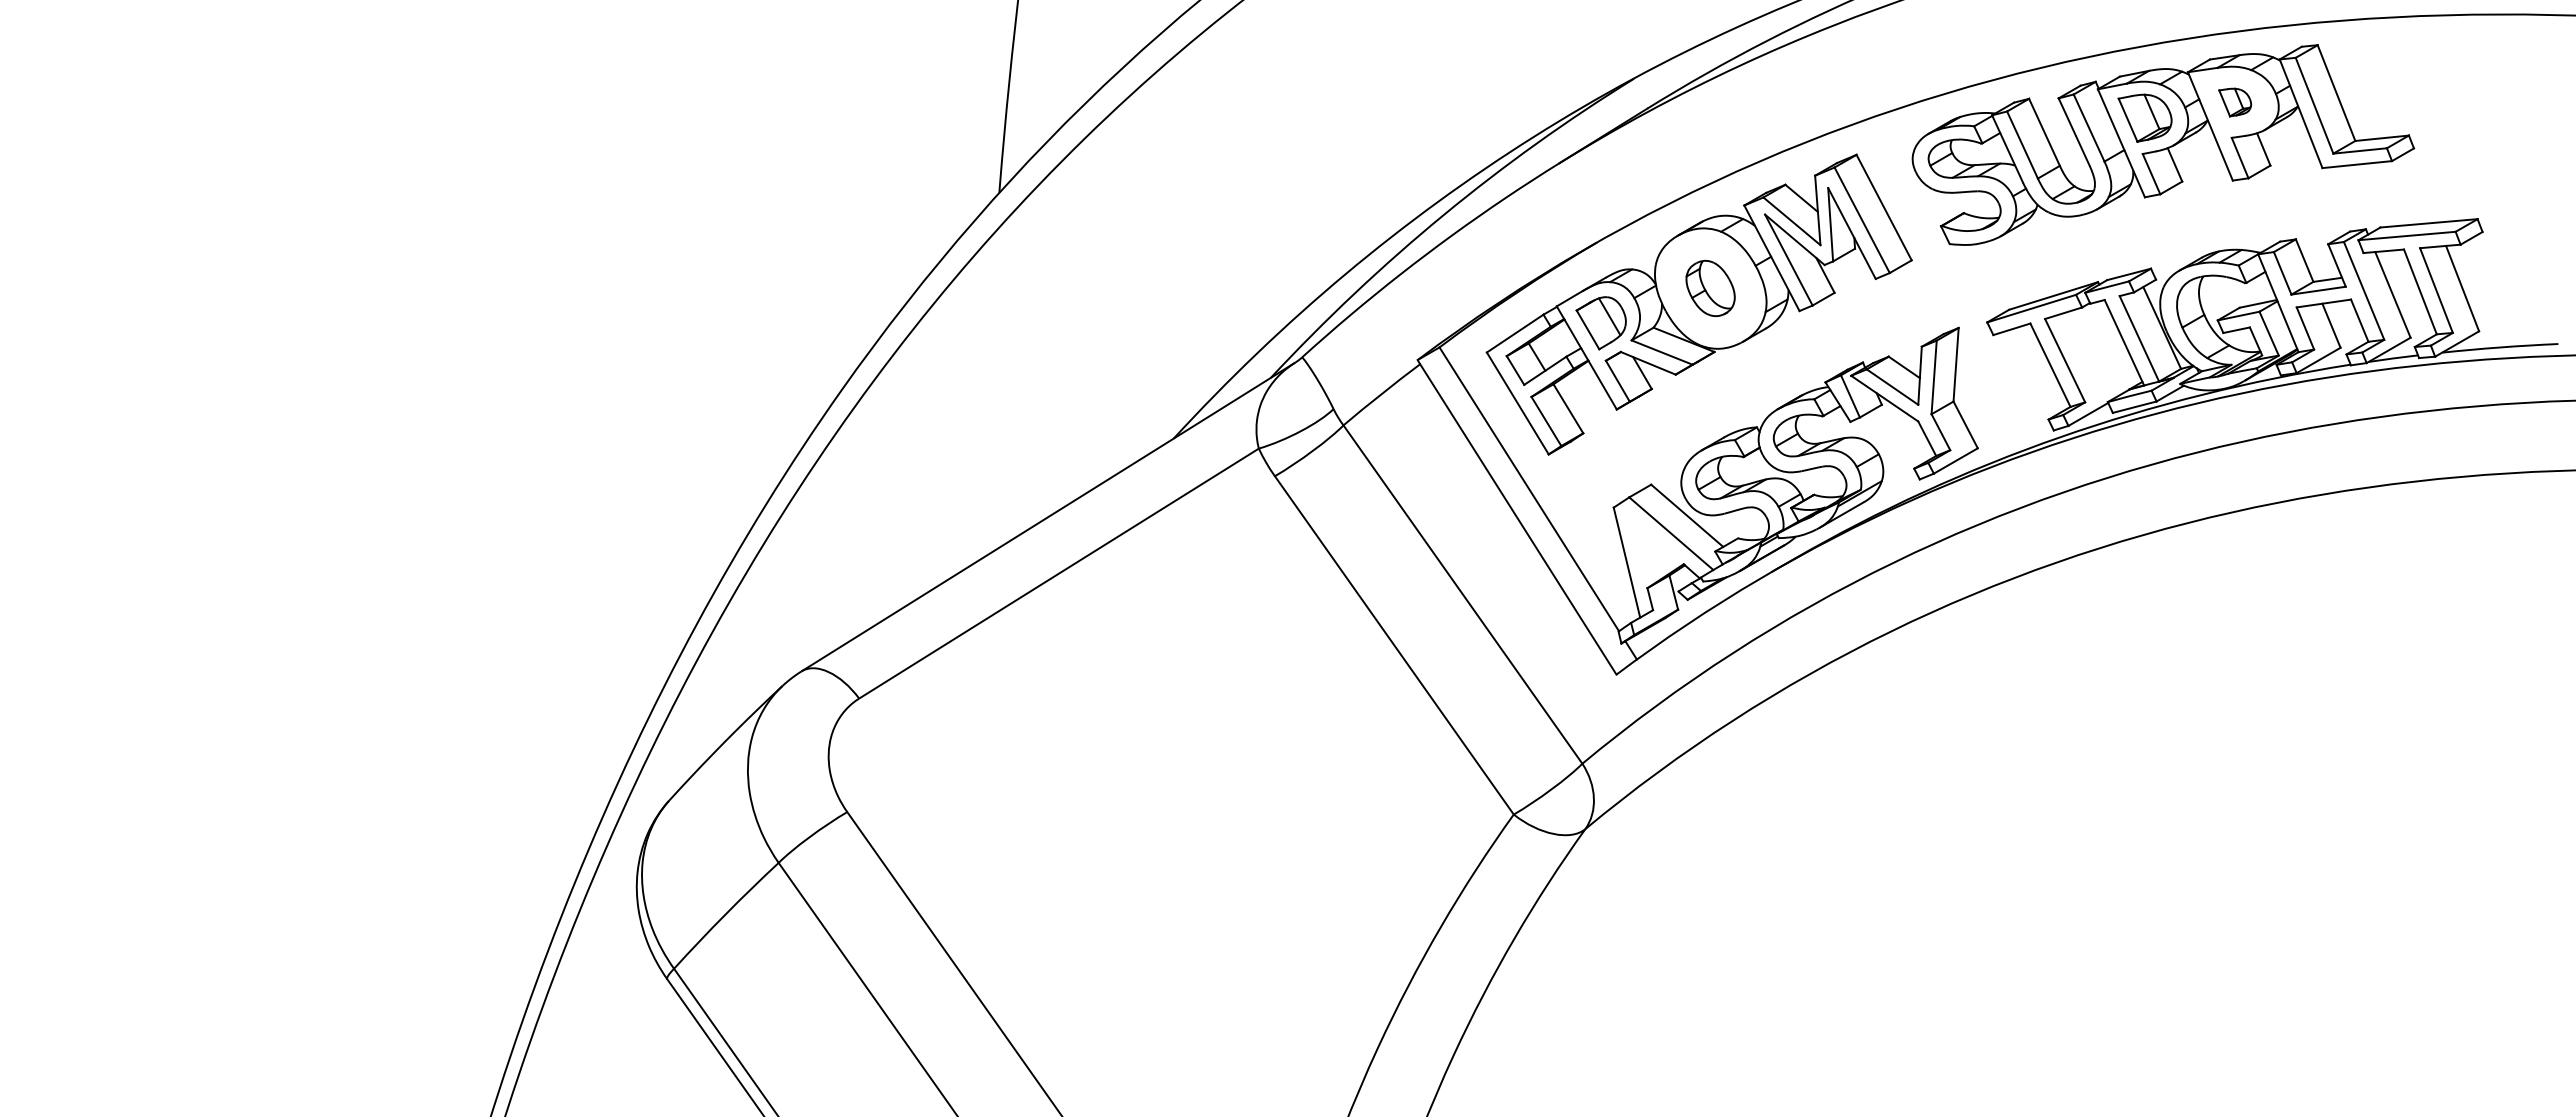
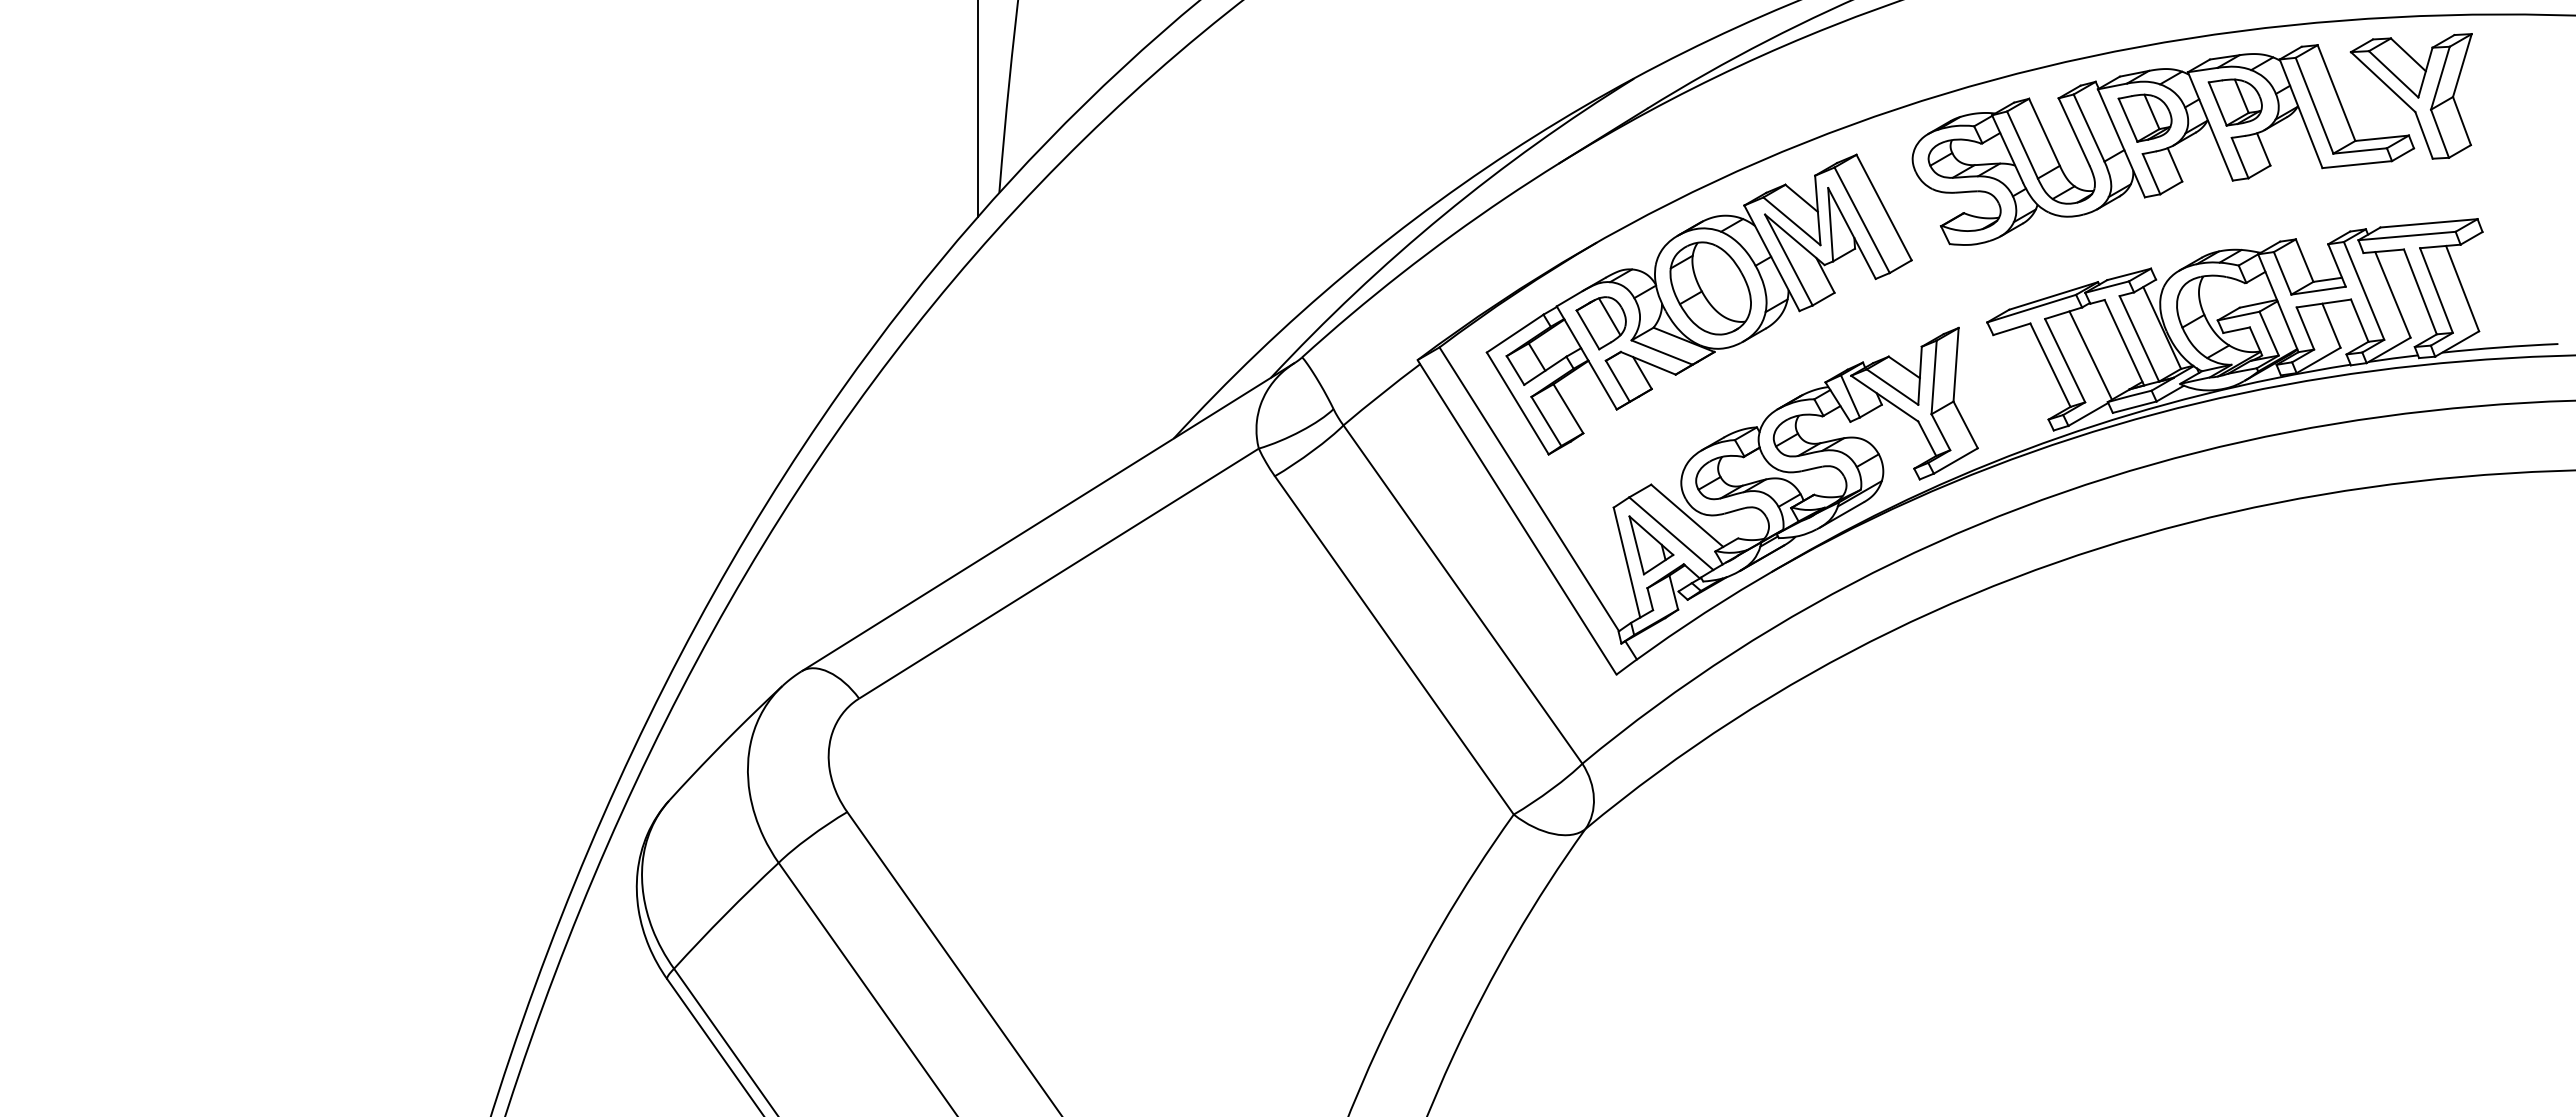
part at (2410, 96): none -> present
part at (2235, 102) size: 35x31 px -> 56x49 px
line at (978, 109): none -> present
part at (1710, 288) size: 51x57 px -> 83x95 px
line at (2090, 355): none -> present
part at (1651, 545): none -> present
